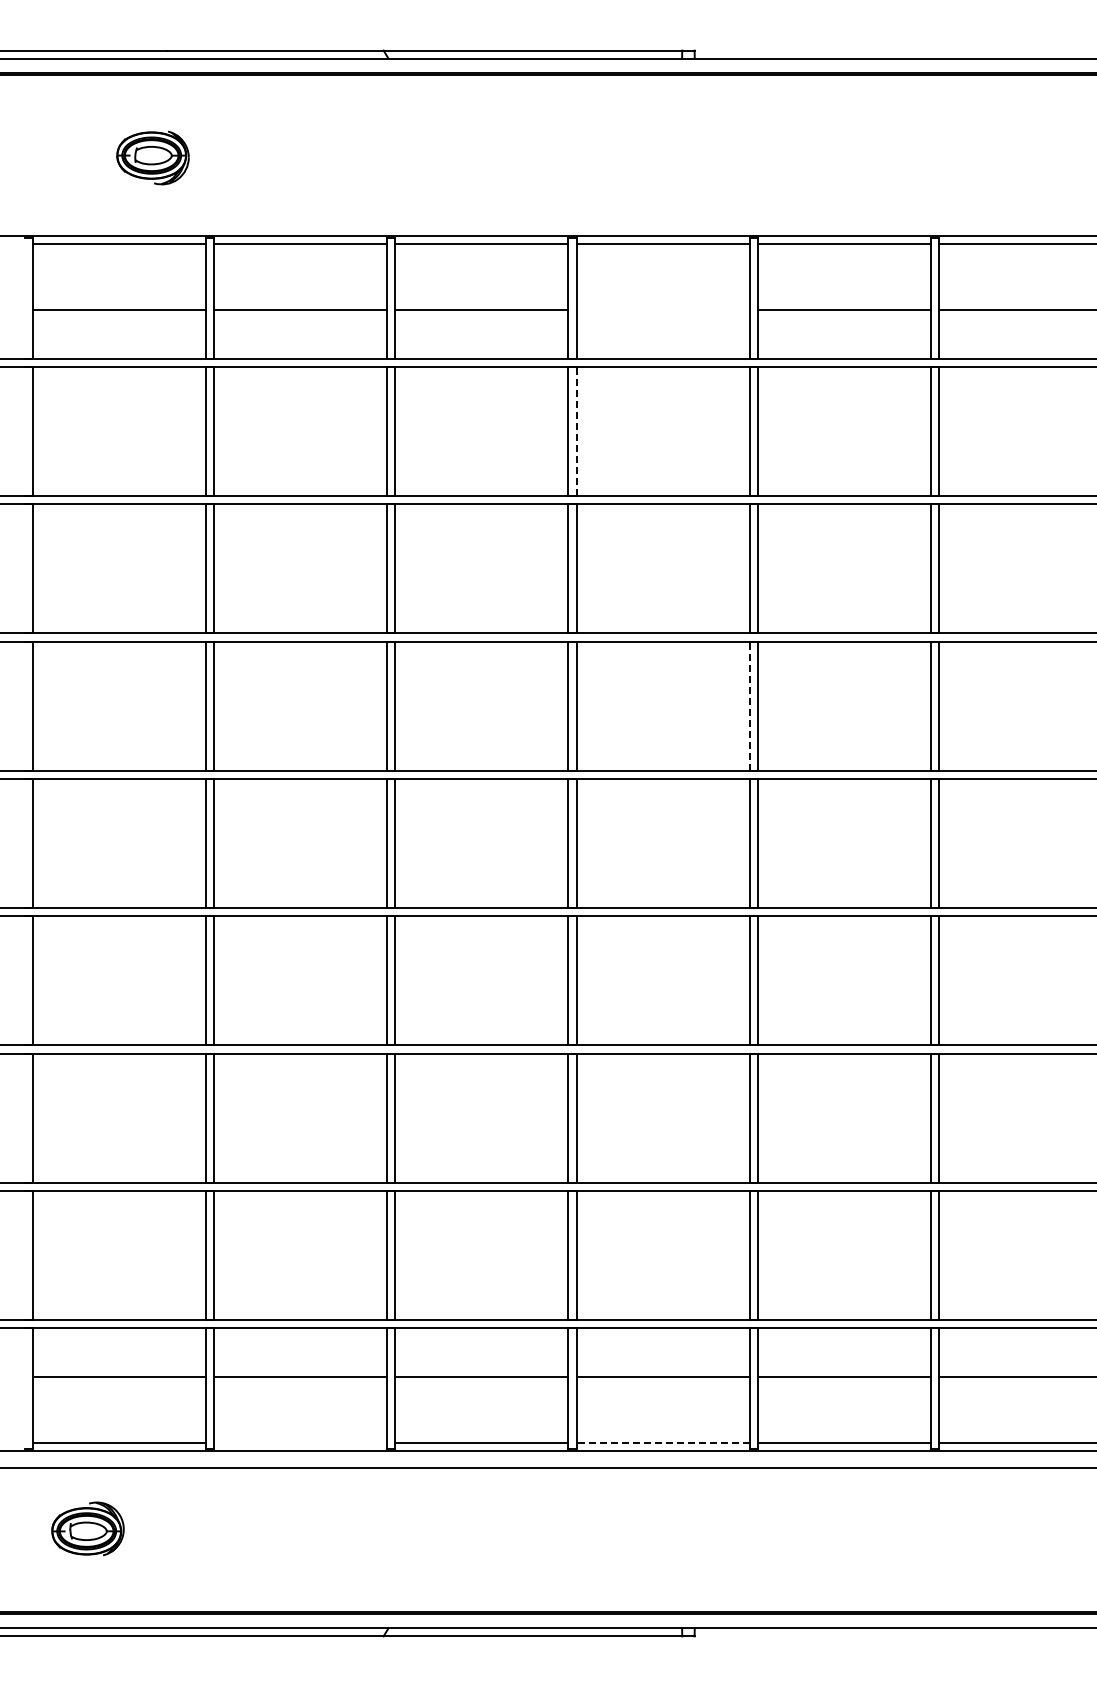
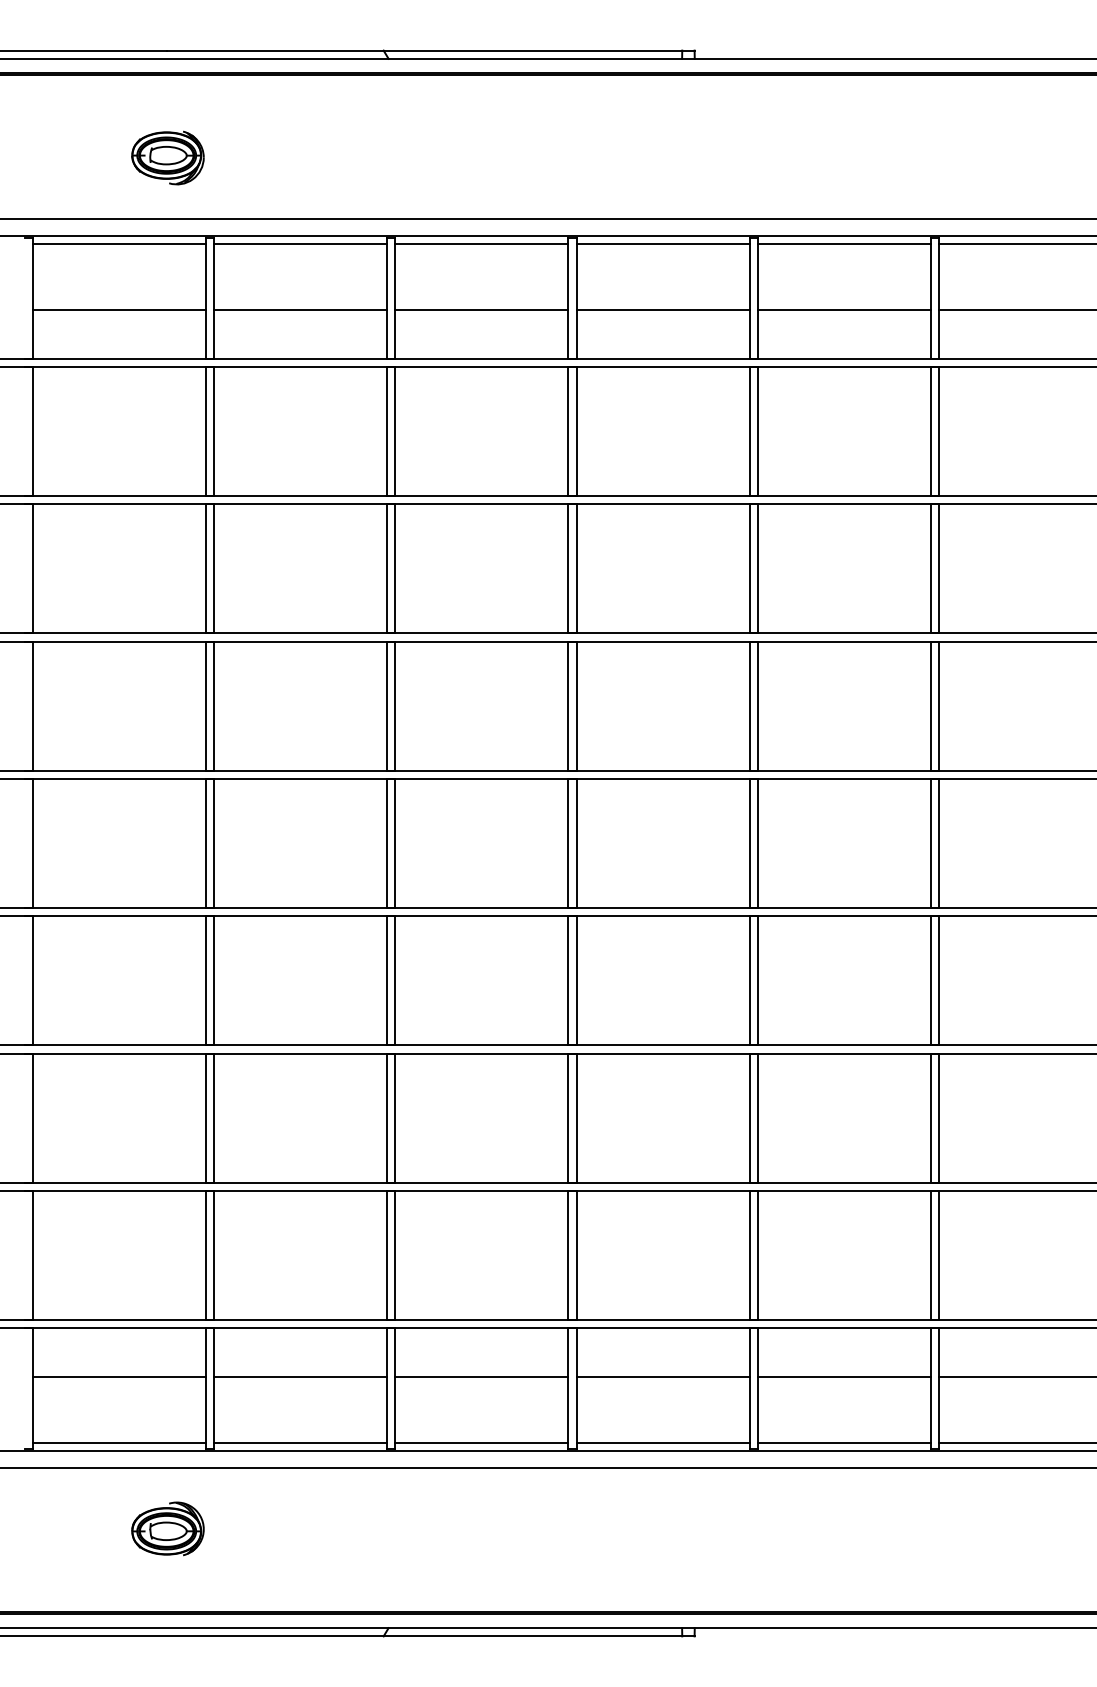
part at (152, 157) position: (152, 157) -> (167, 157)
line at (547, 219): none -> present
line at (662, 310): none -> present
line at (576, 431): dashed -> solid
line at (749, 706): dashed -> solid
line at (300, 1442): none -> present
line at (662, 1442): dashed -> solid
part at (87, 1528) position: (87, 1528) -> (167, 1528)
